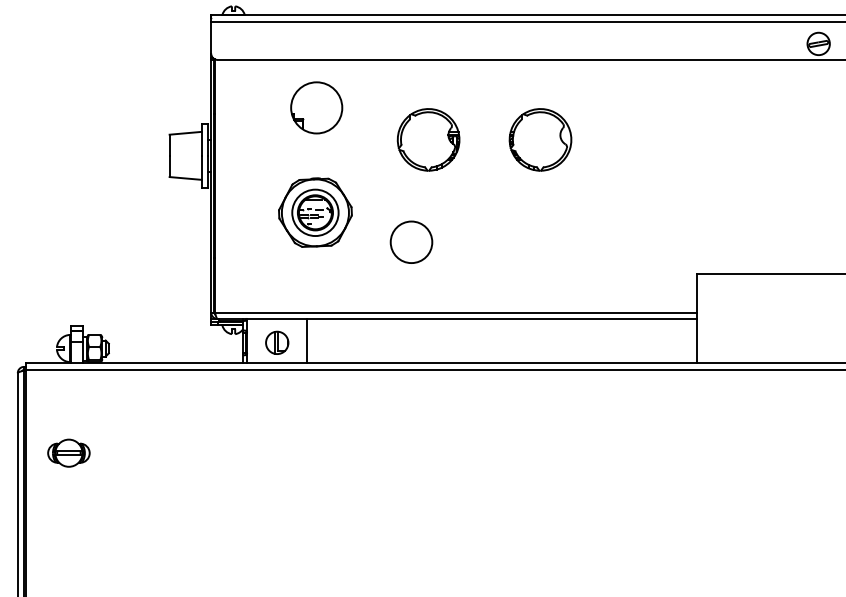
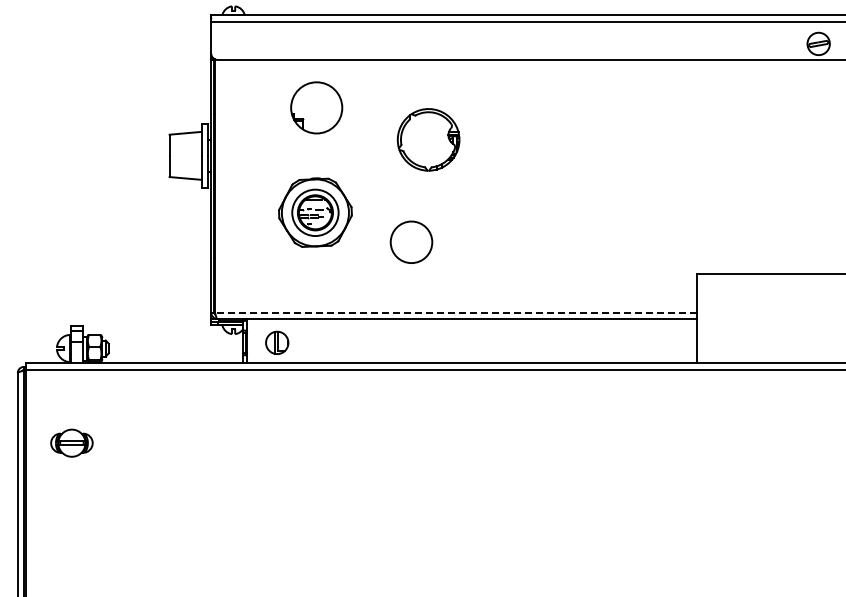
part at (540, 139): present -> none
line at (455, 312): solid -> dashed
line at (307, 340): present -> none
part at (68, 452) position: (68, 452) -> (71, 442)
